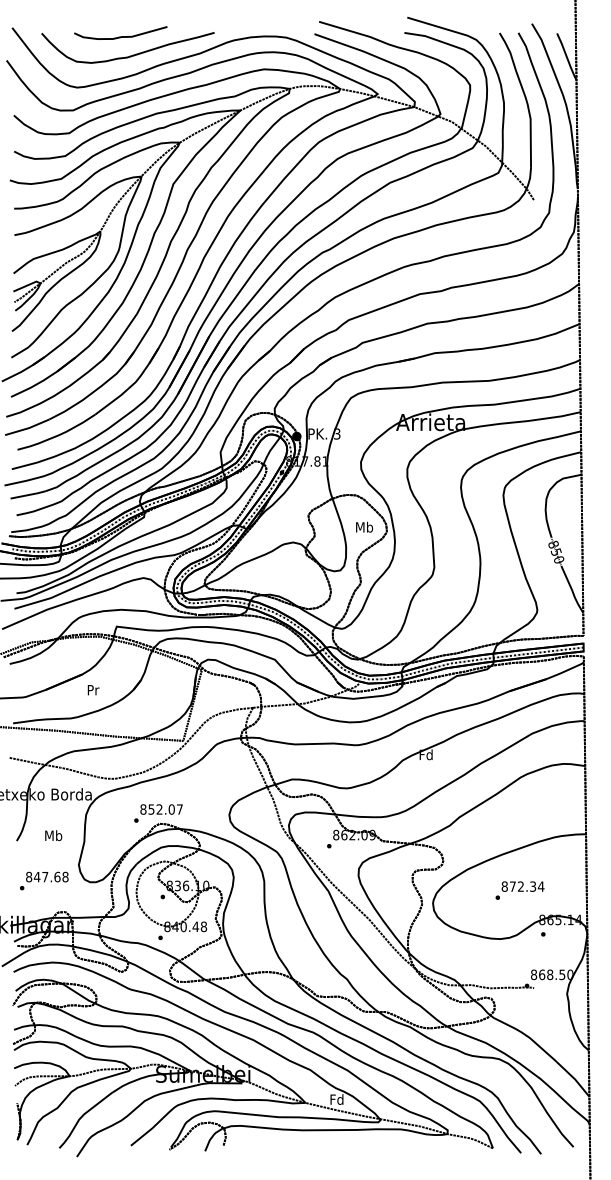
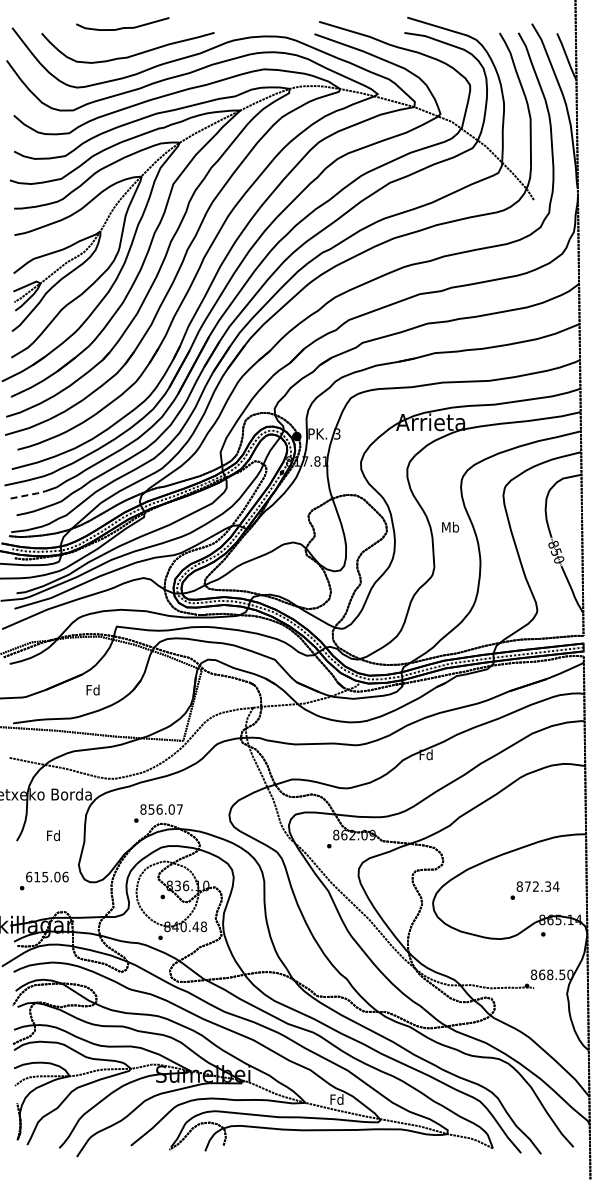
curve at (120, 36) position: (120, 36) -> (122, 27)
line at (29, 494): solid -> dashed
text at (364, 526) position: (364, 526) -> (450, 526)
text at (92, 689): Pr -> Fd
text at (159, 809): 852.07 -> 856.07
text at (53, 835): Mb -> Fd
text at (47, 876): 847.68 -> 615.06
text at (519, 890) position: (519, 890) -> (534, 890)
